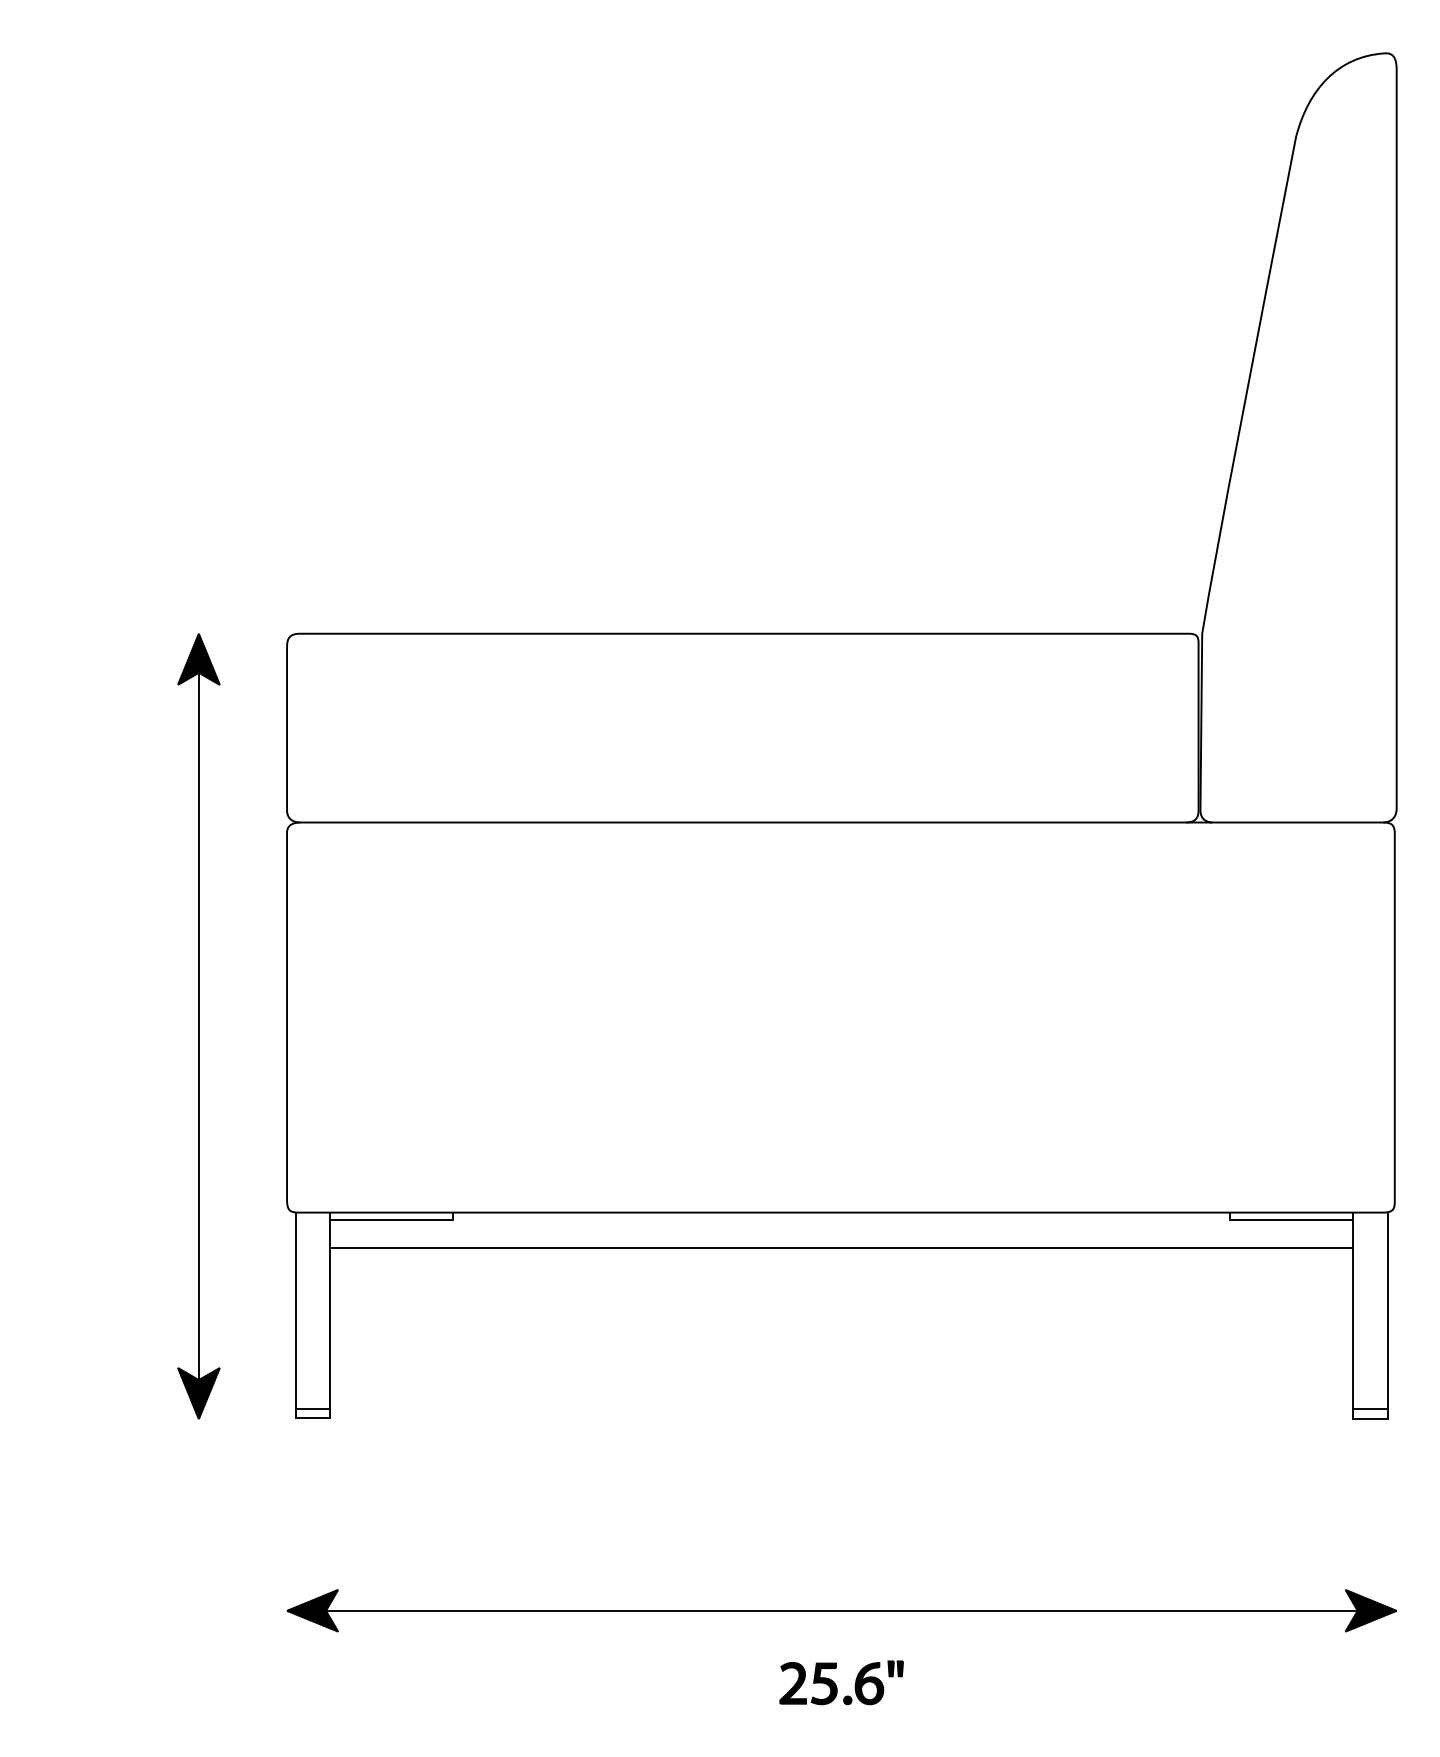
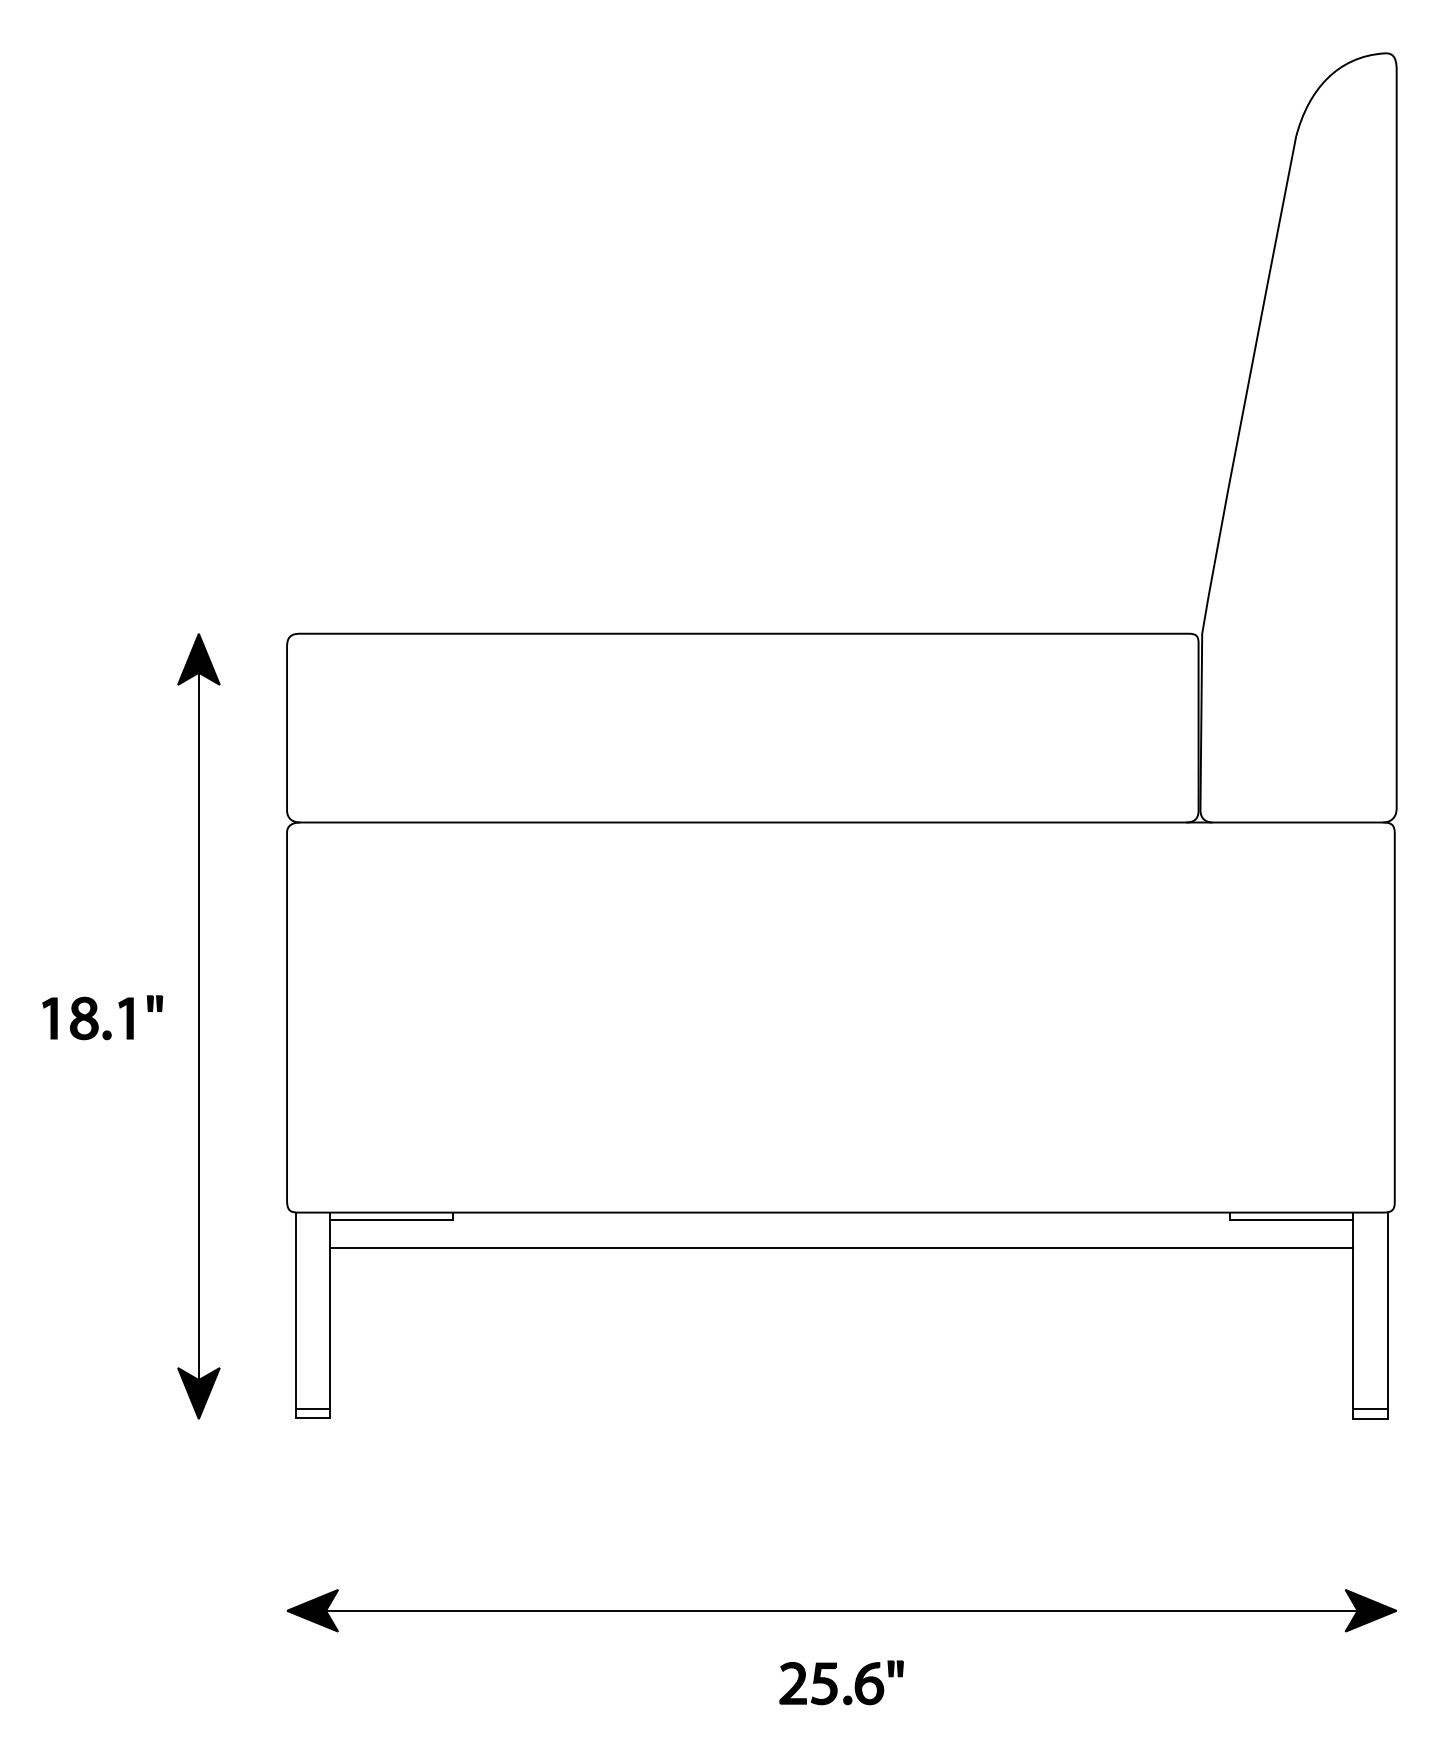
part at (96, 1020): none -> present
